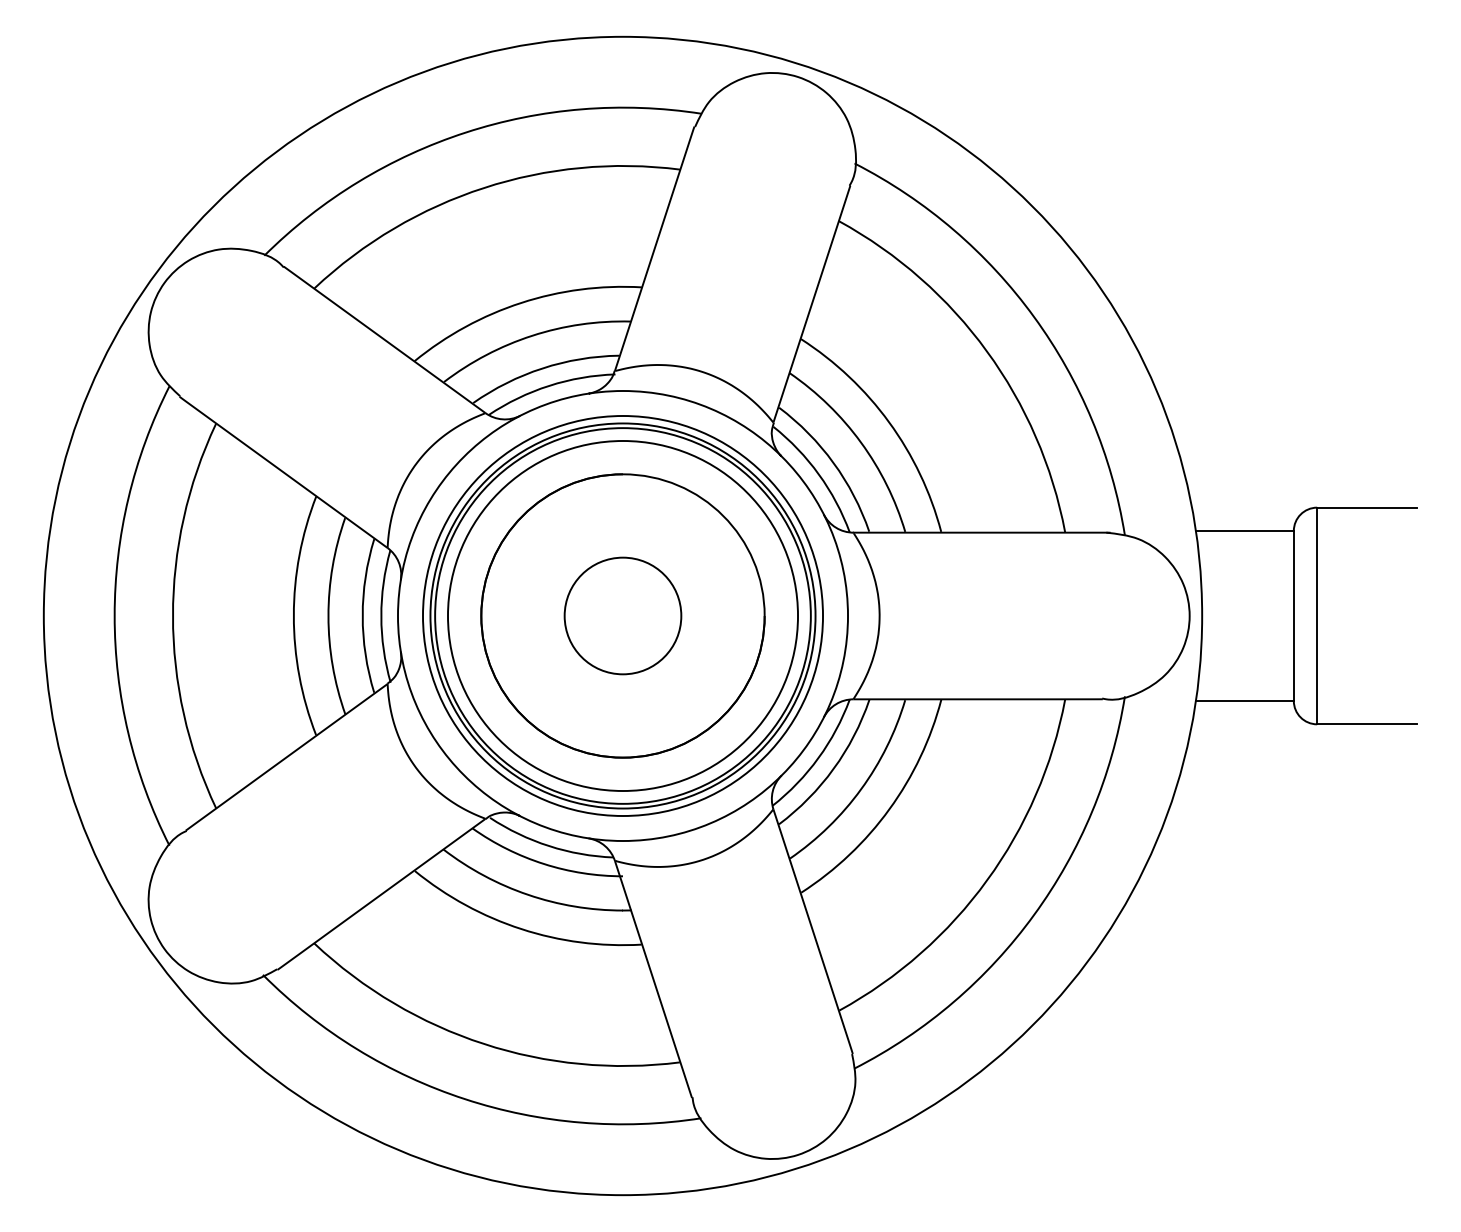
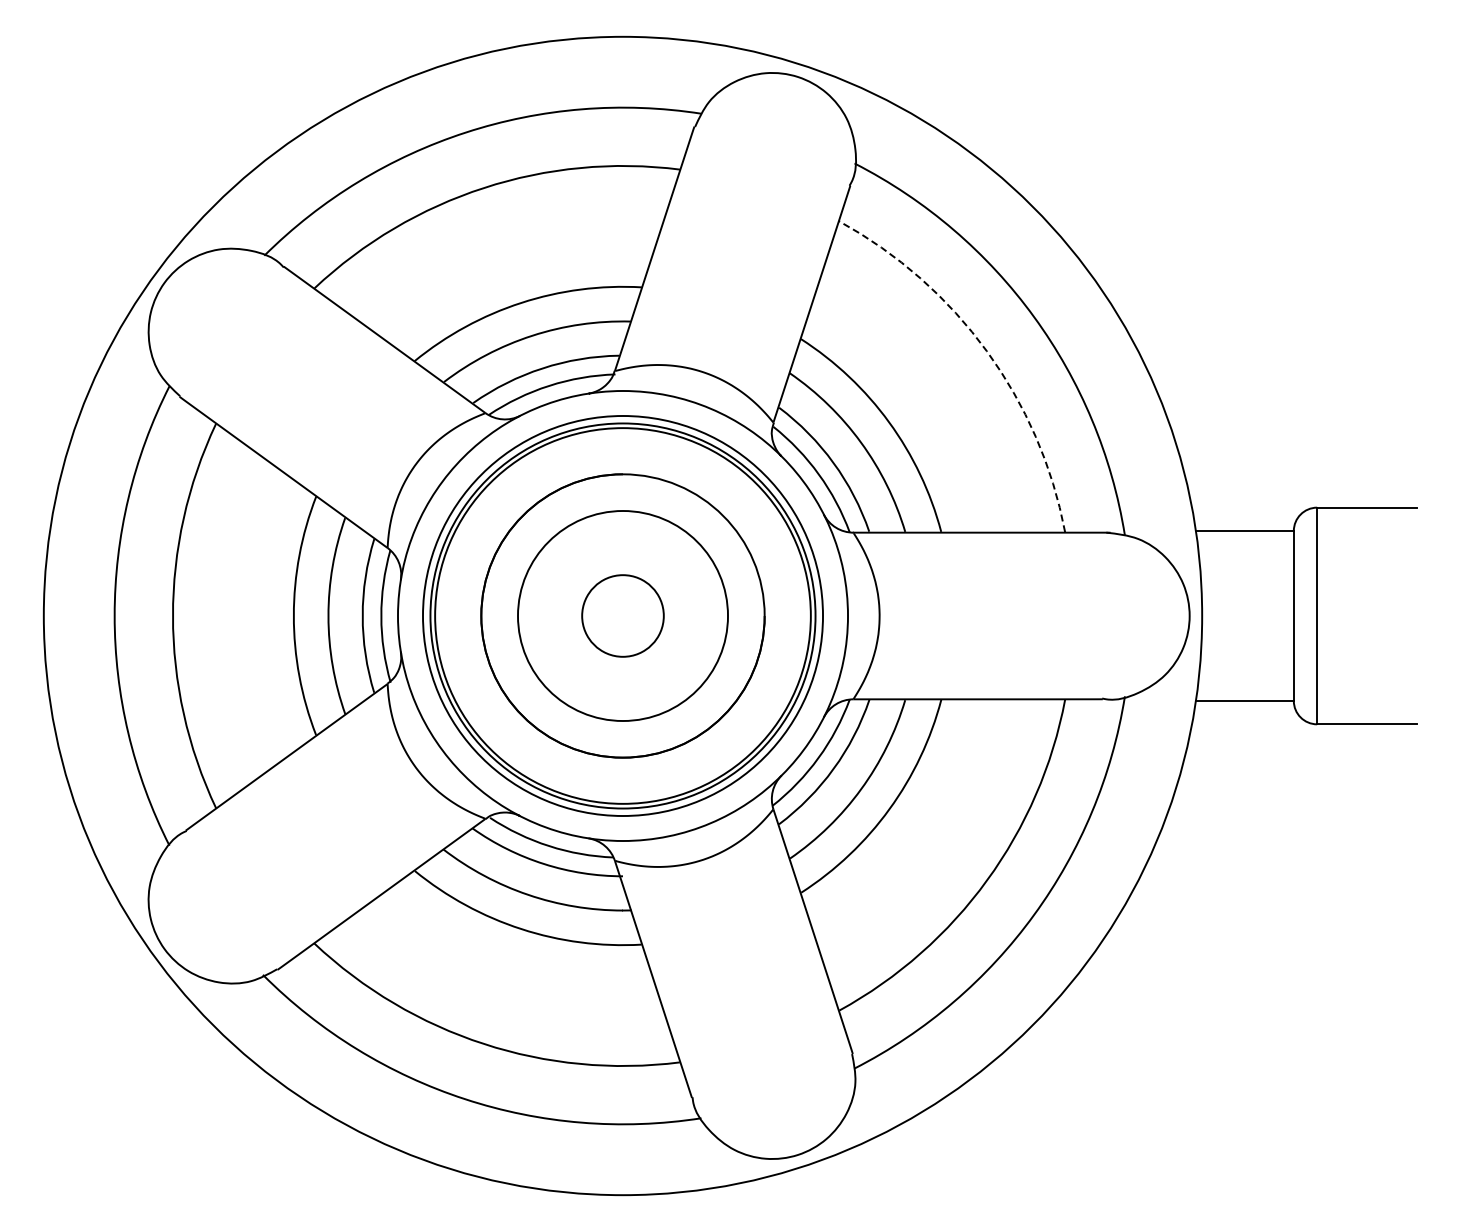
arc at (986, 351): solid -> dashed
circle at (622, 615) diameter: 117 px -> 82 px
circle at (623, 616) diameter: 350 px -> 210 px
